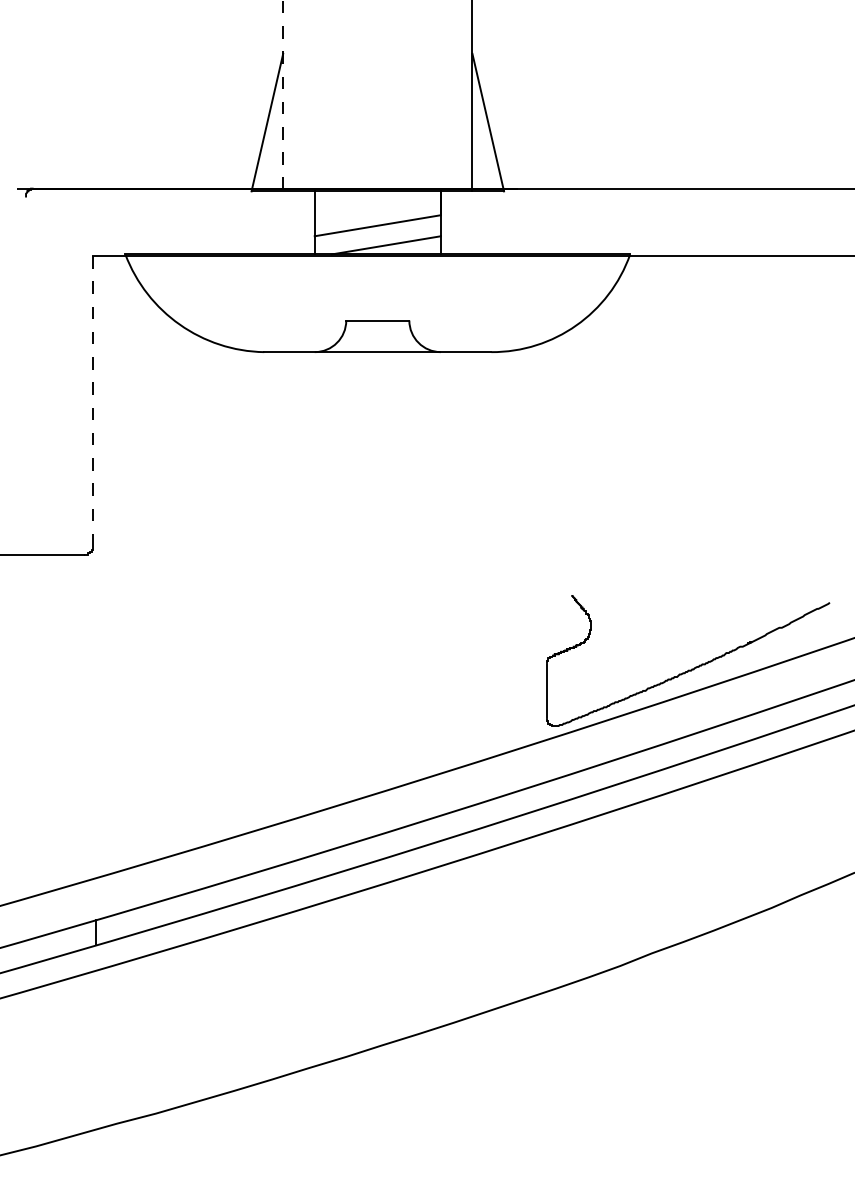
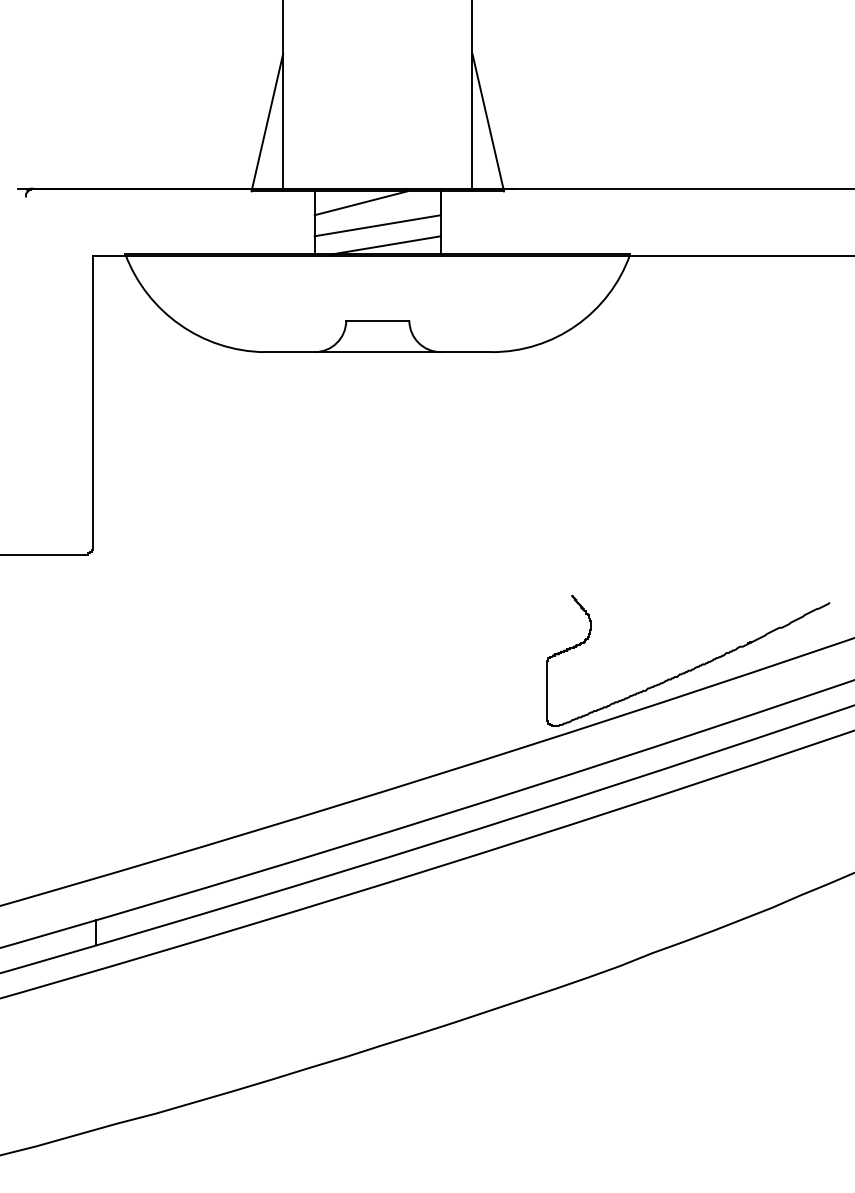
line at (283, 96): dashed -> solid
line at (360, 203): none -> present
line at (92, 401): dashed -> solid
